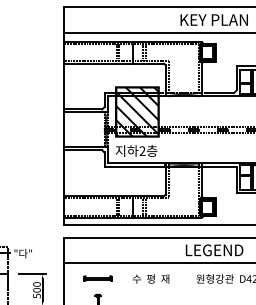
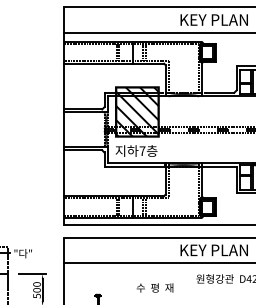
text at (142, 150): 2 -> 7
text at (213, 250): LEGEND -> KEY PLAN
part at (97, 278): present -> none
text at (150, 278) position: (150, 278) -> (154, 287)
